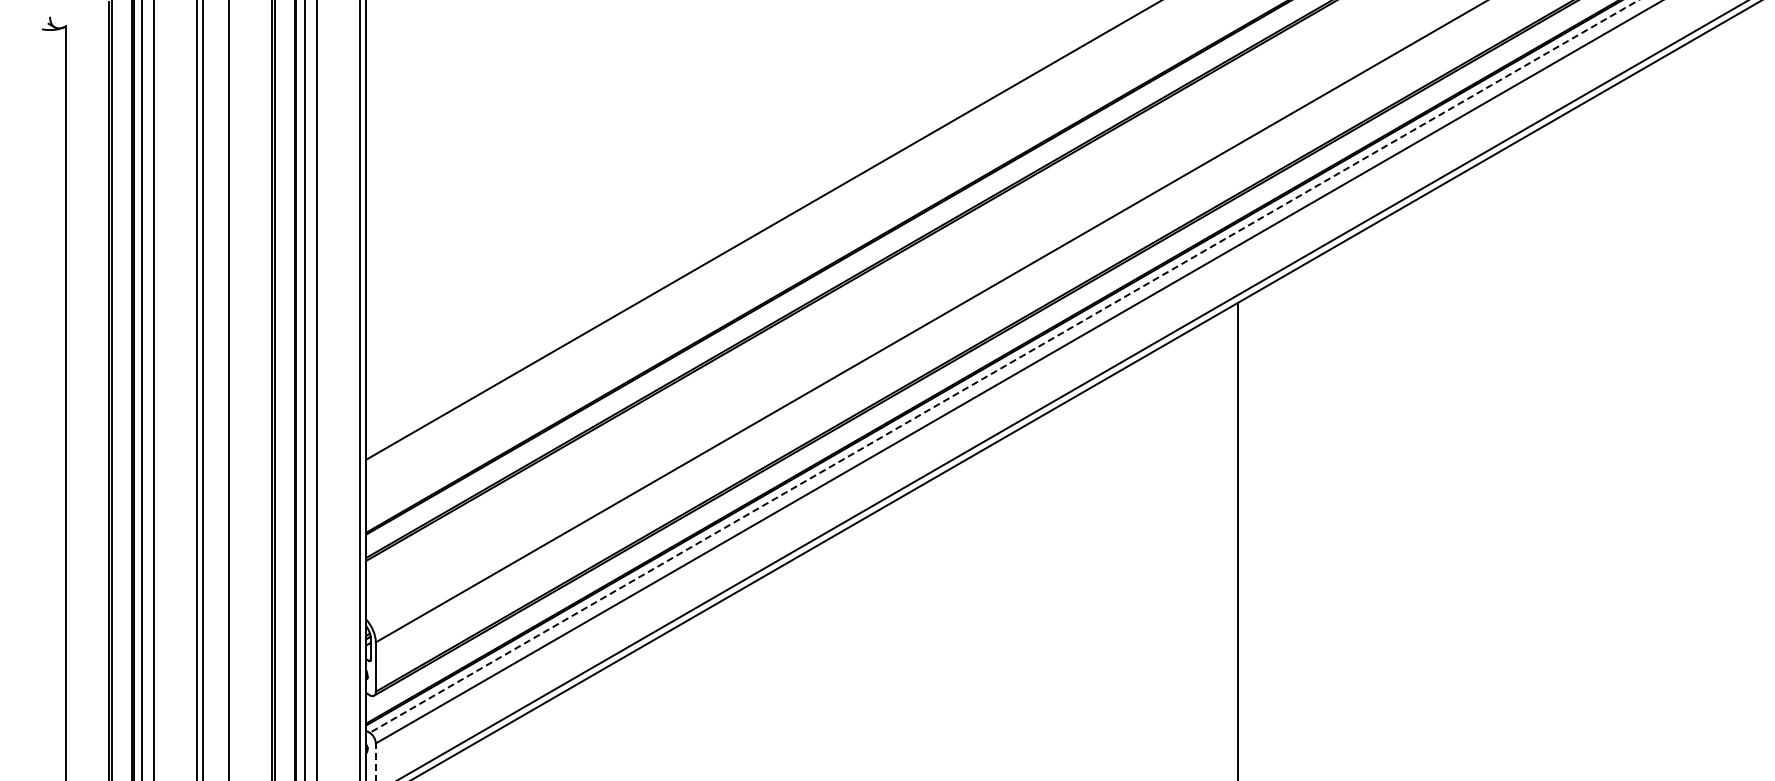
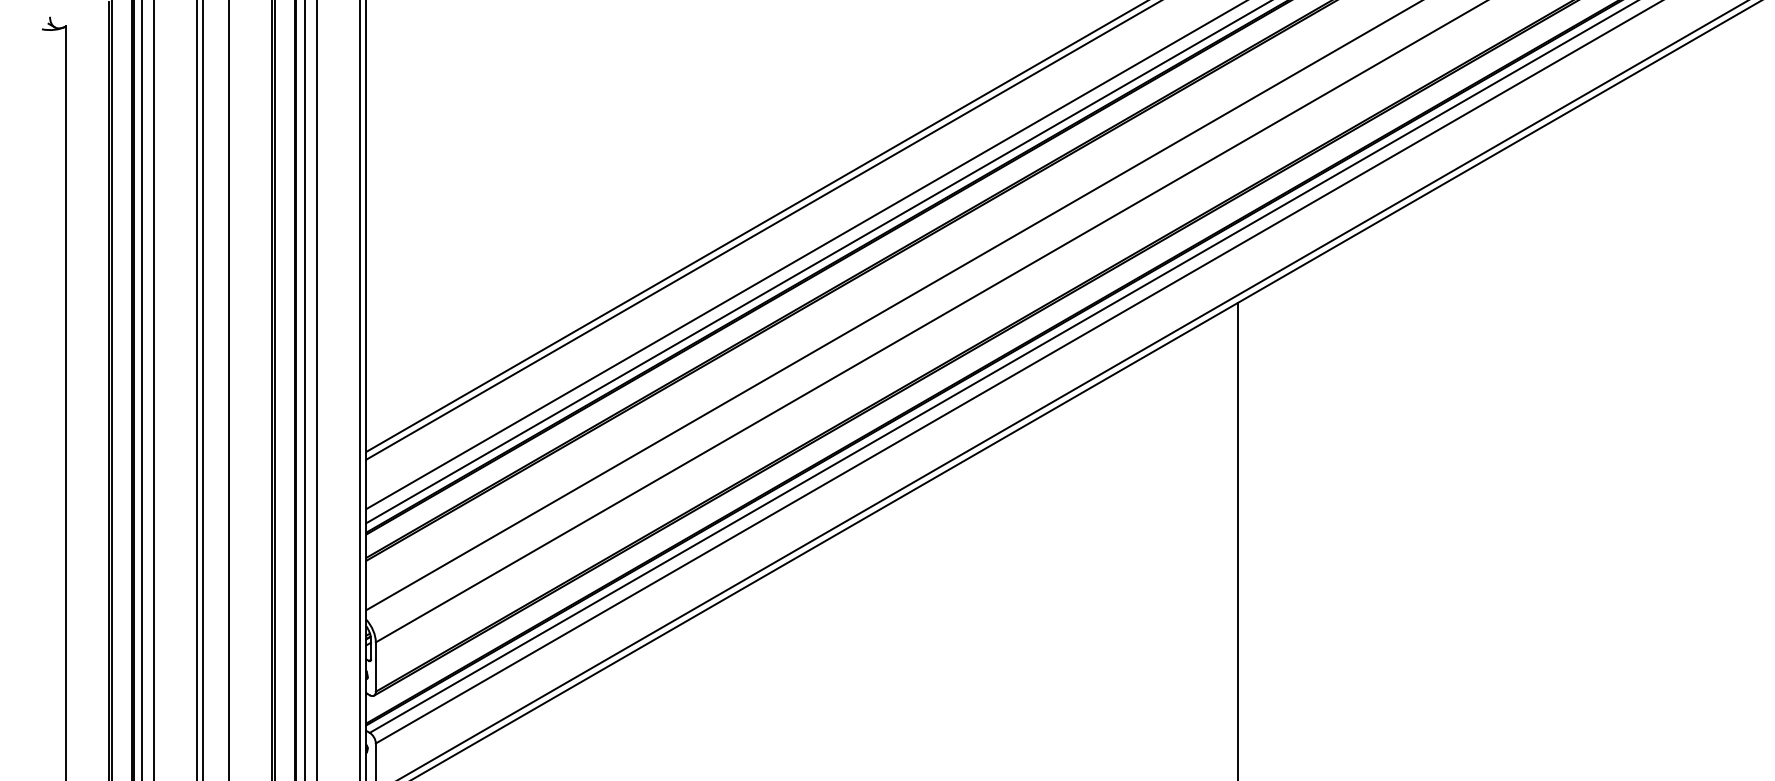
line at (755, 226): none -> present
line at (805, 255): none -> present
line at (817, 262): none -> present
line at (892, 306): none -> present
line at (1004, 366): dashed -> solid
line at (375, 762): dashed -> solid
